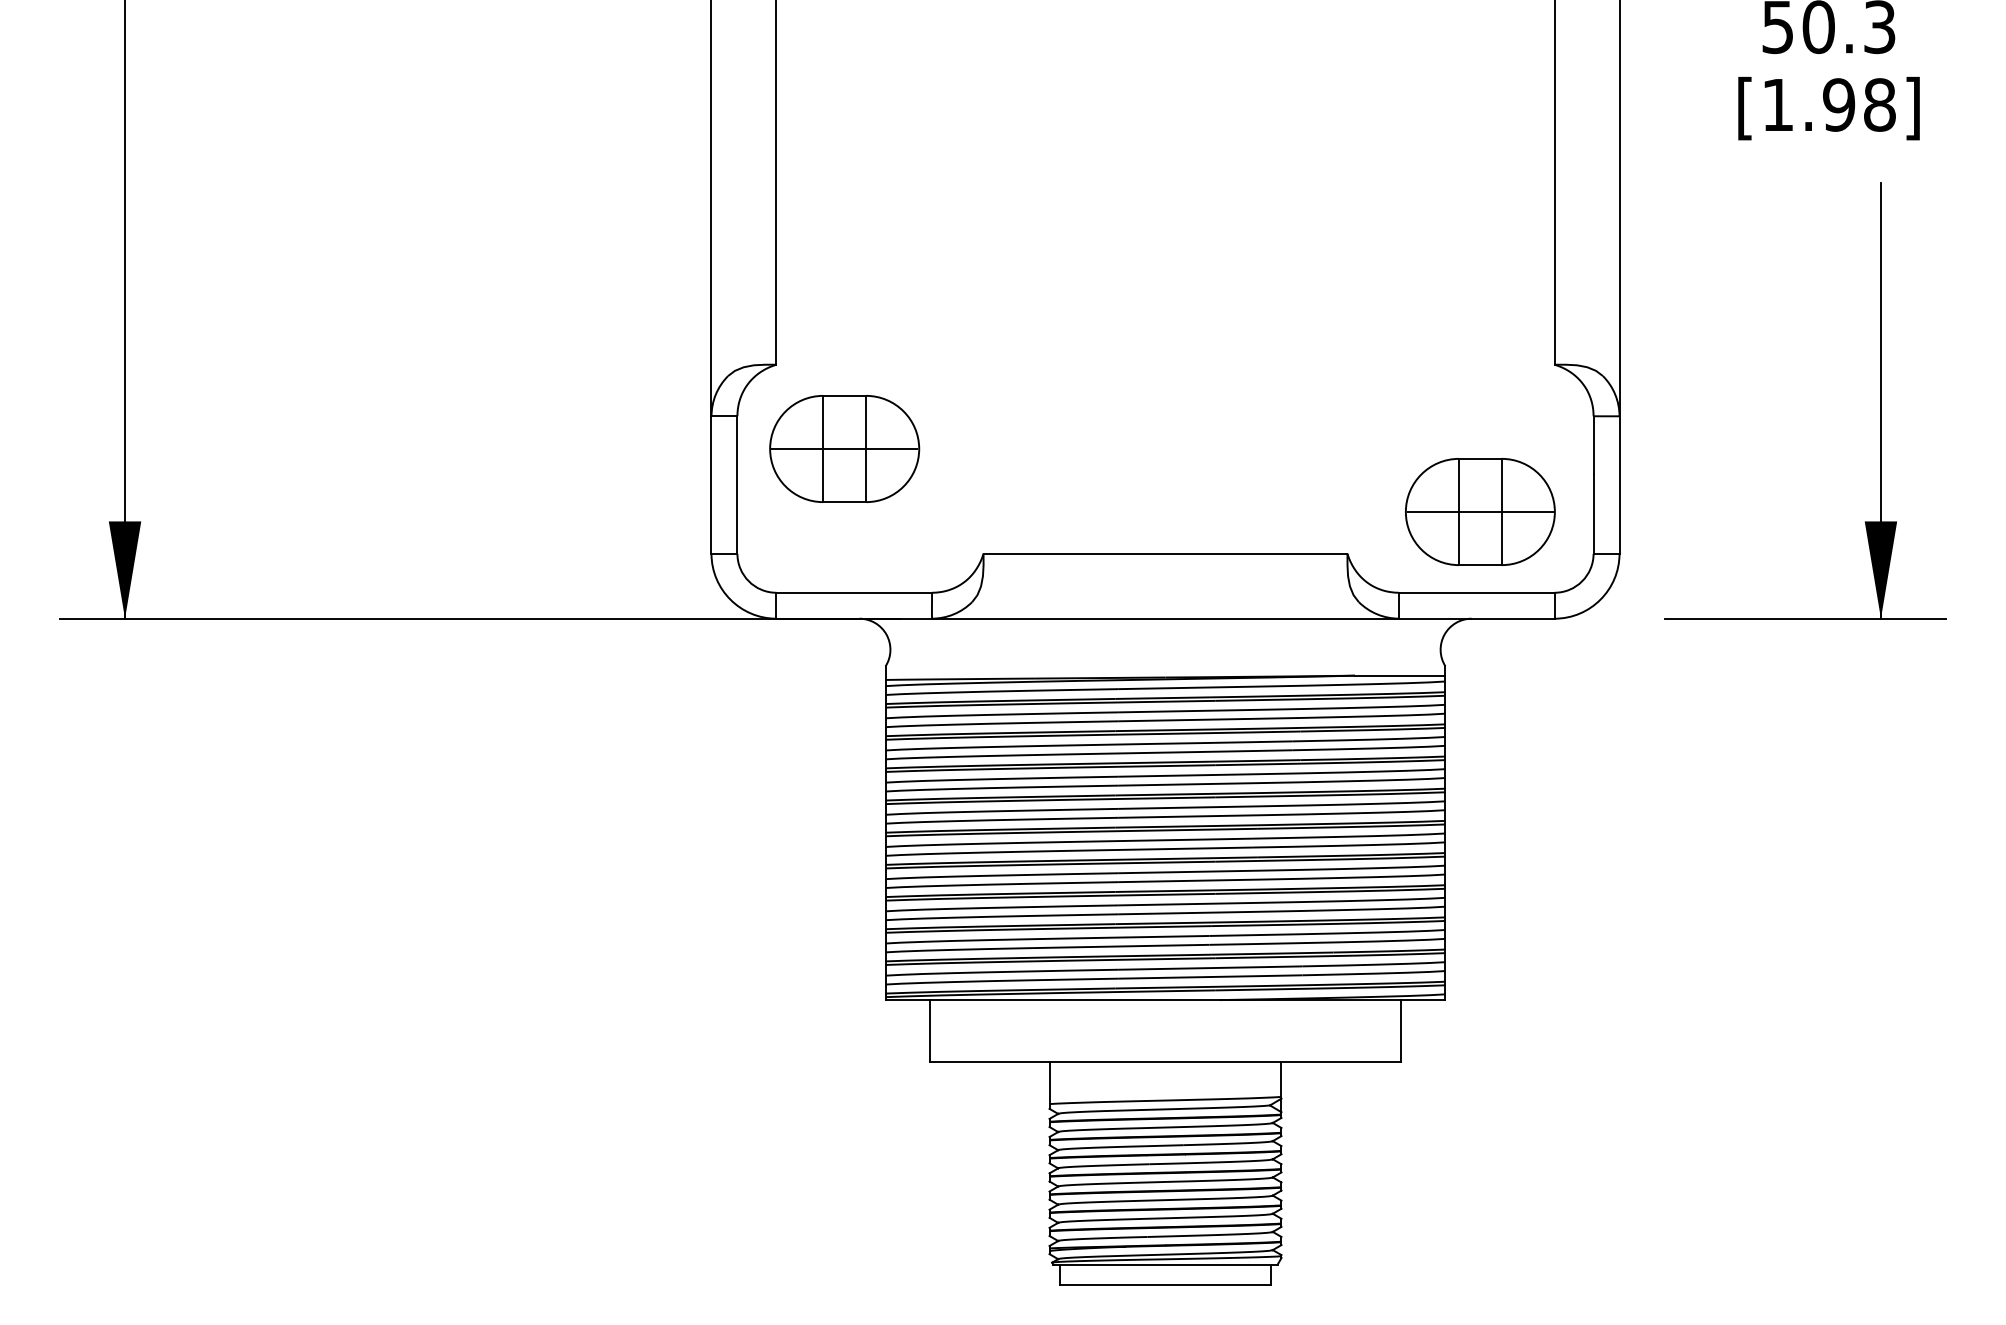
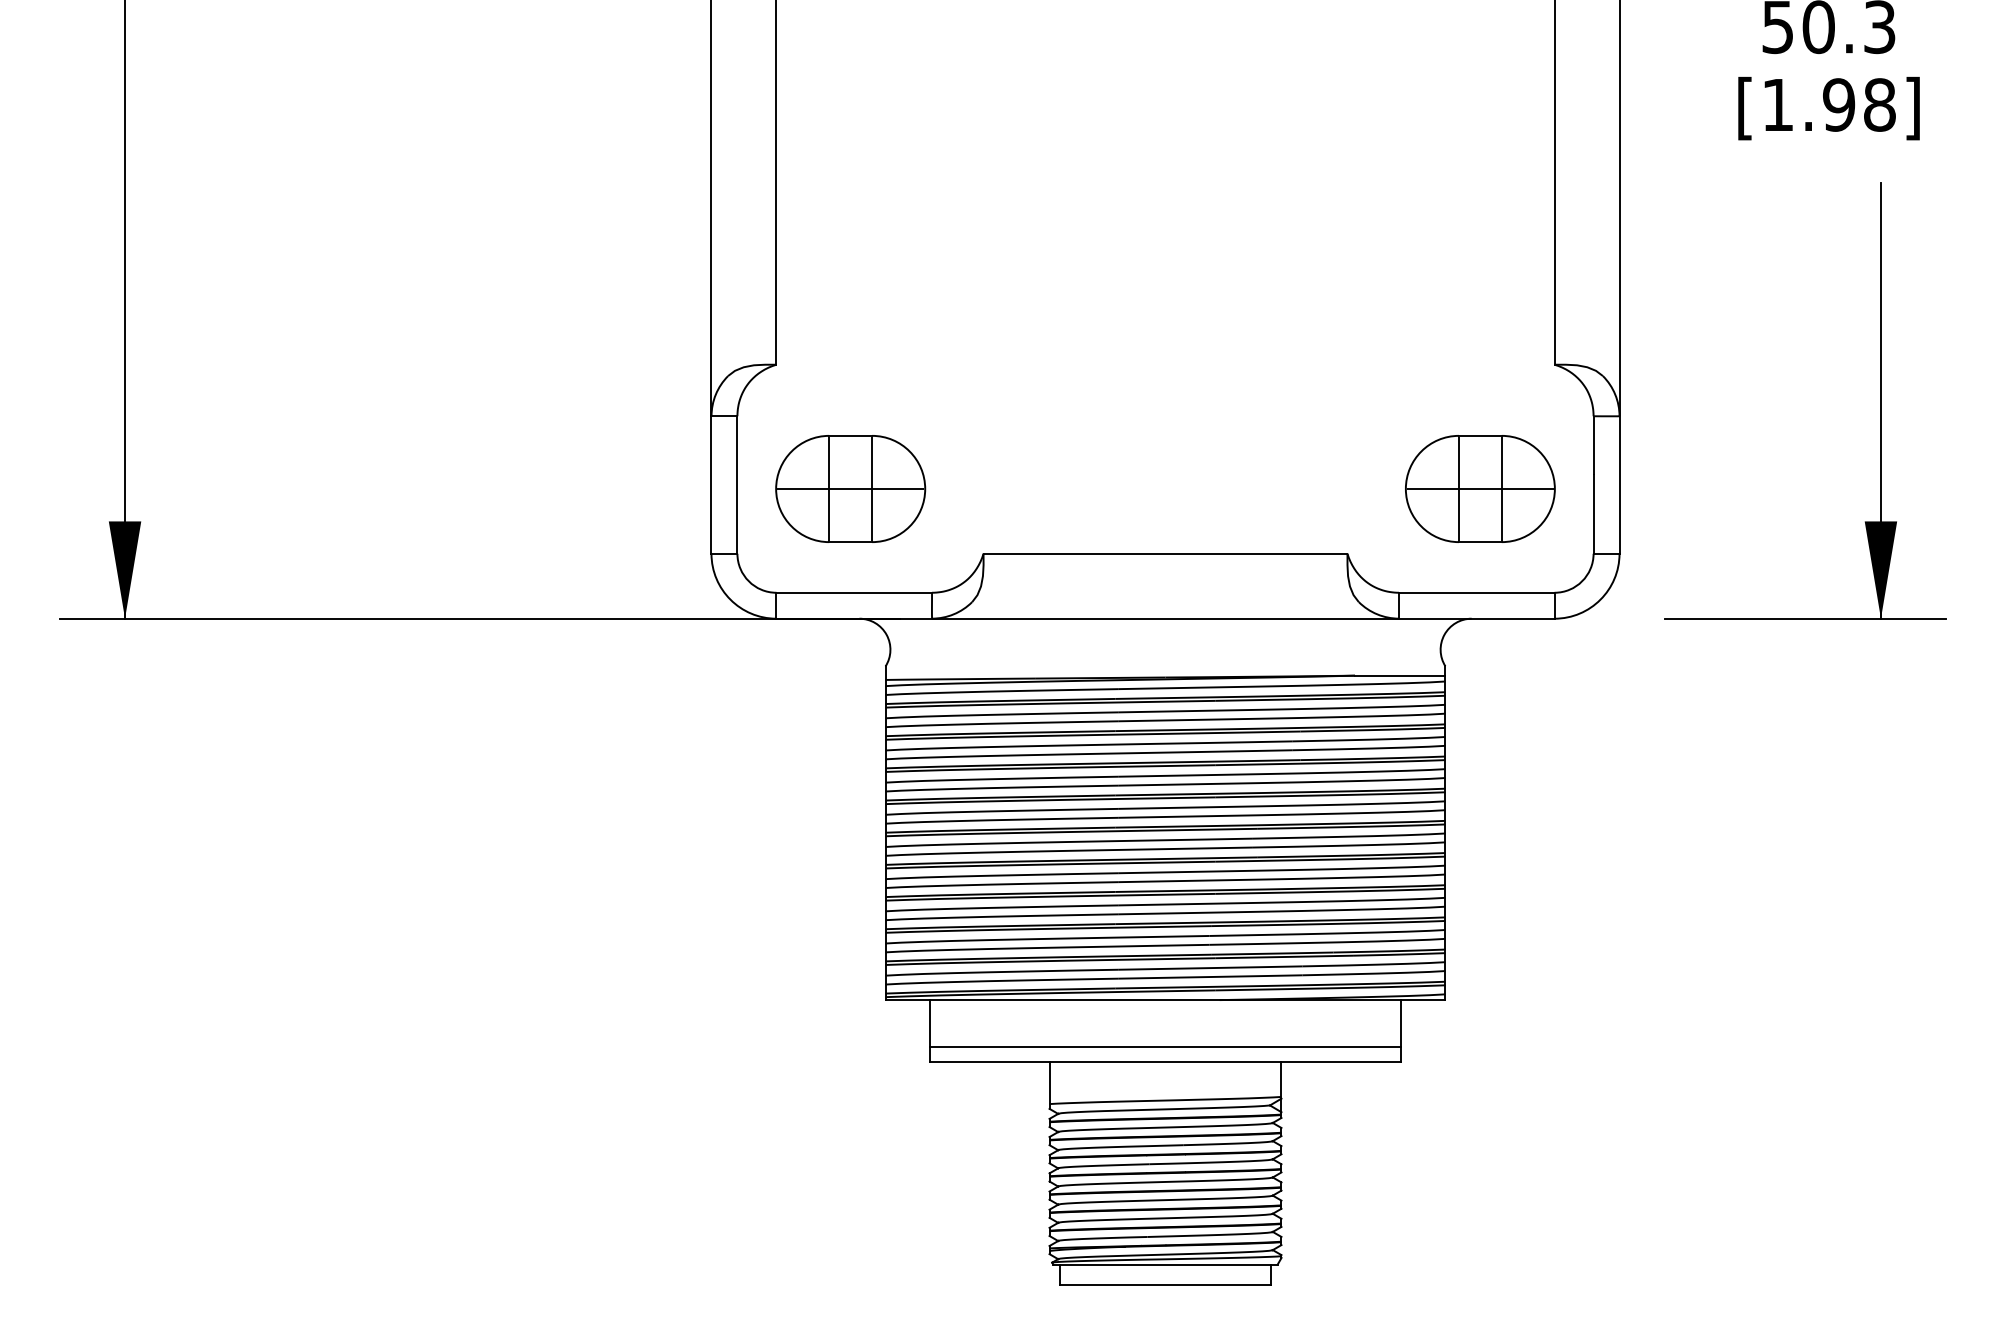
part at (844, 448) position: (844, 448) -> (850, 488)
part at (1480, 511) position: (1480, 511) -> (1480, 488)
line at (1165, 1046): none -> present
